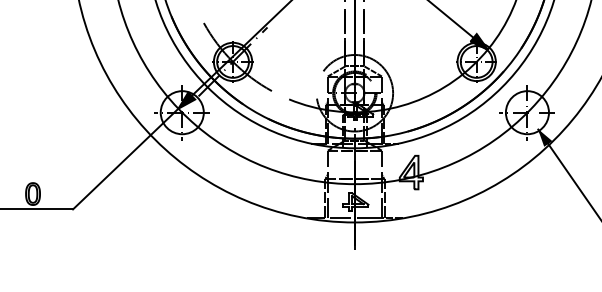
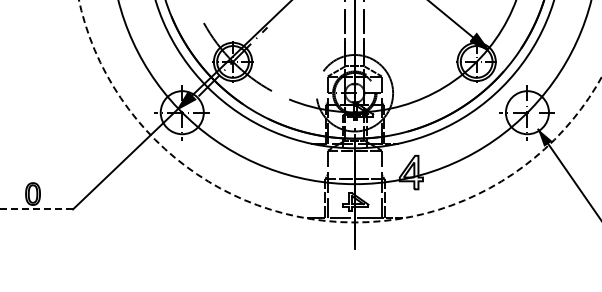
circle at (340, 111): solid -> dashed
line at (36, 209): solid -> dashed
